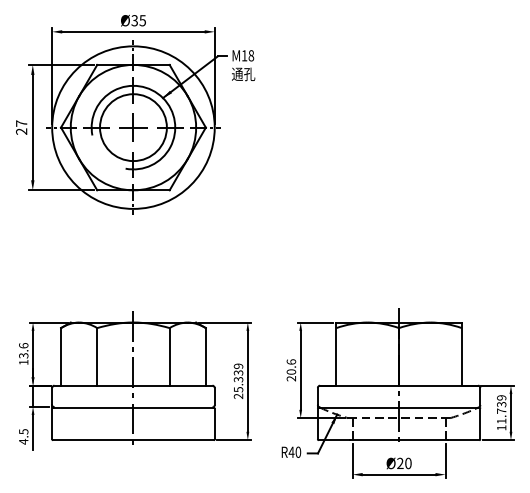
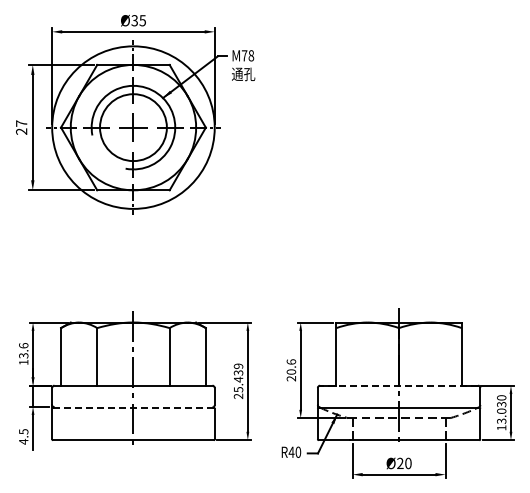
text at (244, 55): M18 -> M78
text at (238, 379): 25.339 -> 25.439
line at (399, 385): solid -> dashed
line at (132, 407): solid -> dashed
text at (501, 409): 11.739 -> 13.030
